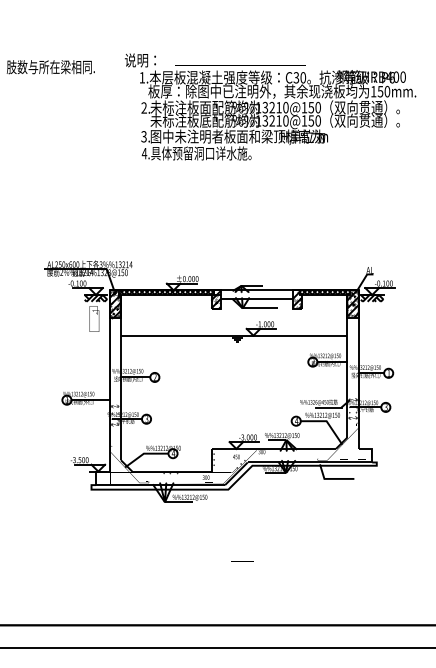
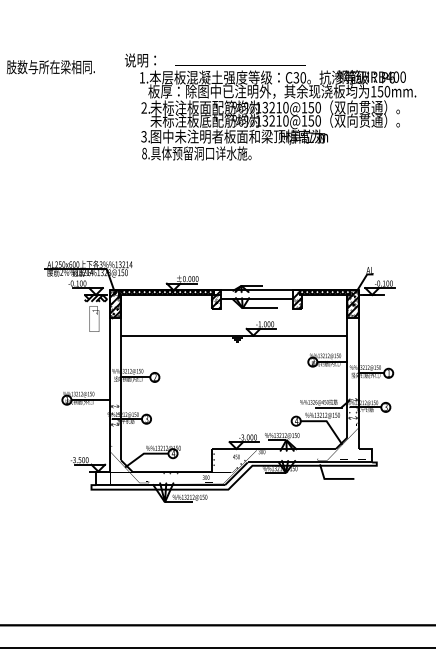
text at (144, 153): 4. -> 8.
hatch at (371, 297): present -> none
line at (242, 561): present -> none
